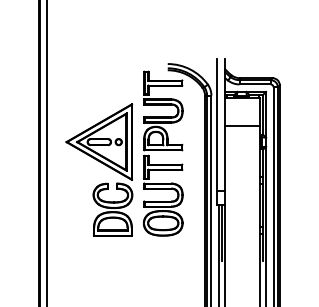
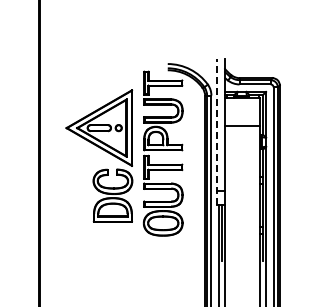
line at (217, 131): solid -> dashed
line at (46, 152): present -> none
part at (101, 163) position: (101, 163) -> (101, 149)
